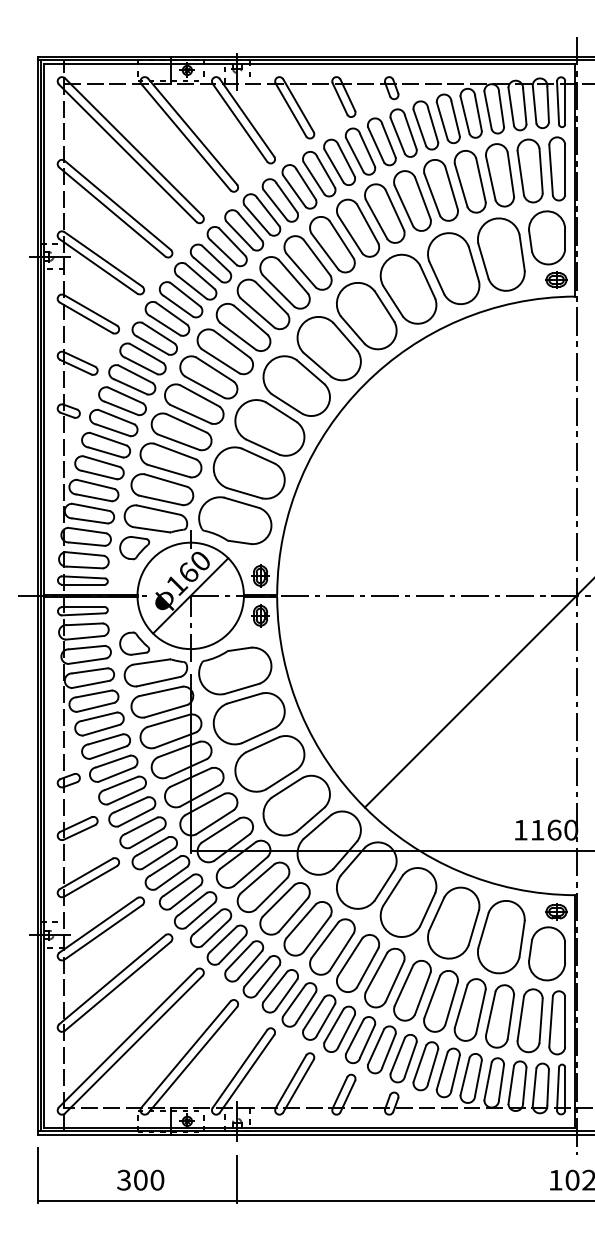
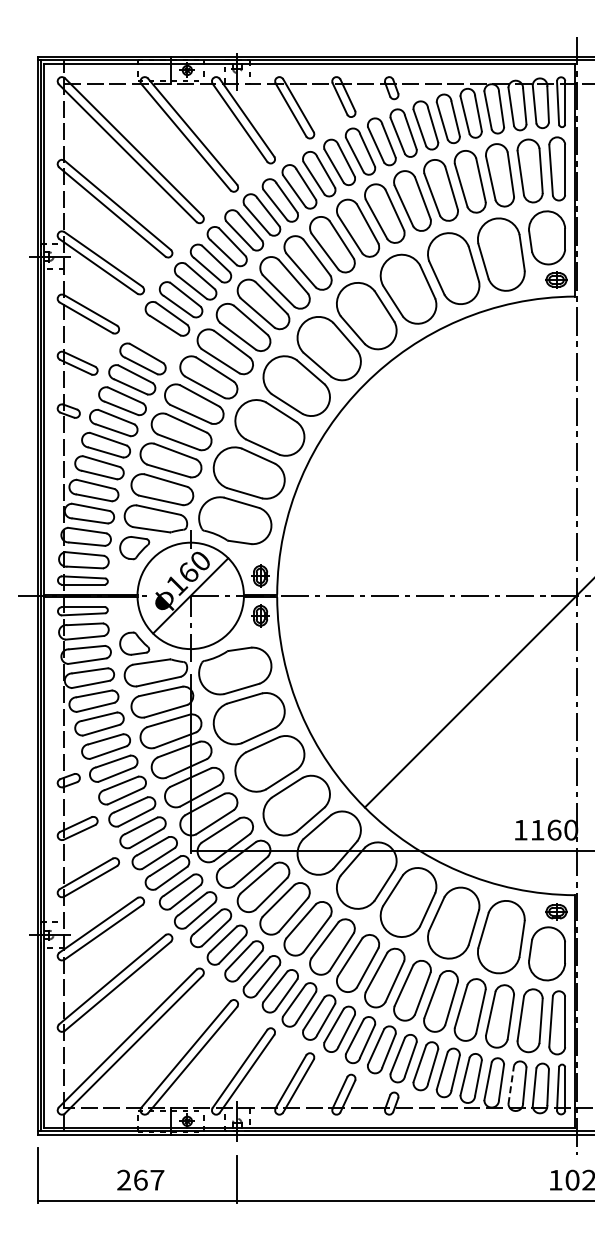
part at (154, 338): present -> none
line at (511, 1084): solid -> dashed
text at (140, 1179): 300 -> 267
